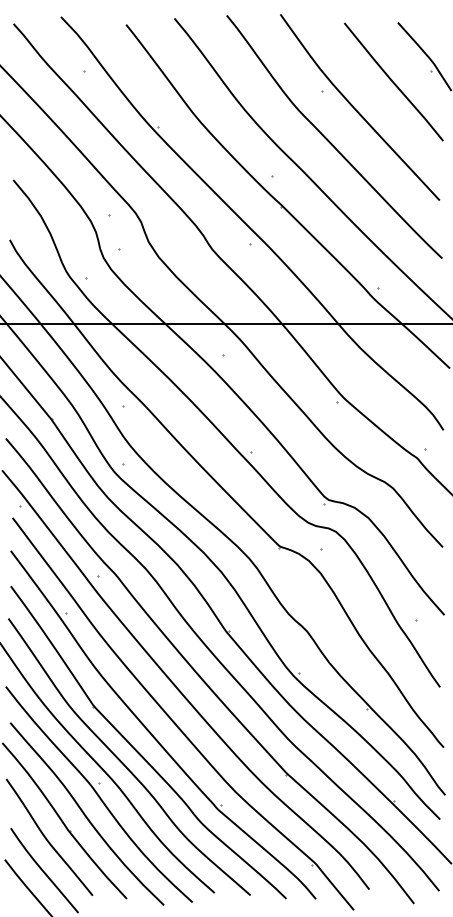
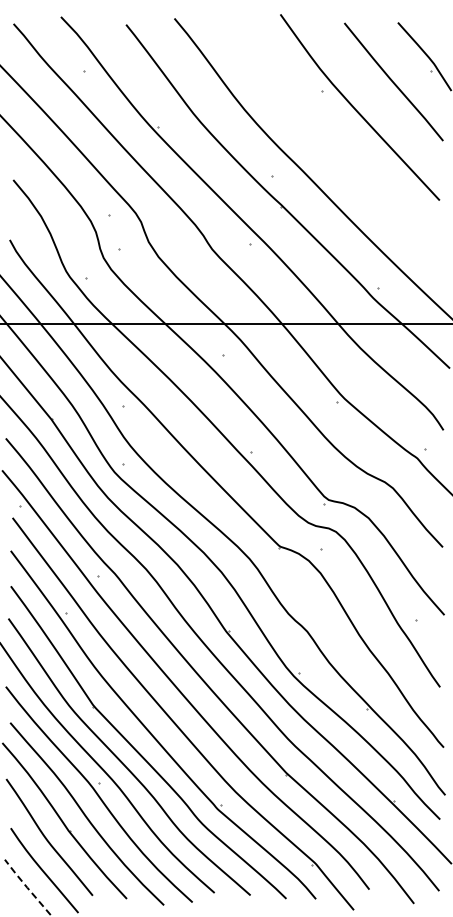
curve at (329, 140): present -> none
line at (27, 887): solid -> dashed
